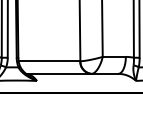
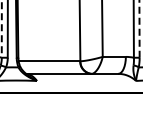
line at (139, 28): solid -> dashed
line at (1, 29): solid -> dashed
